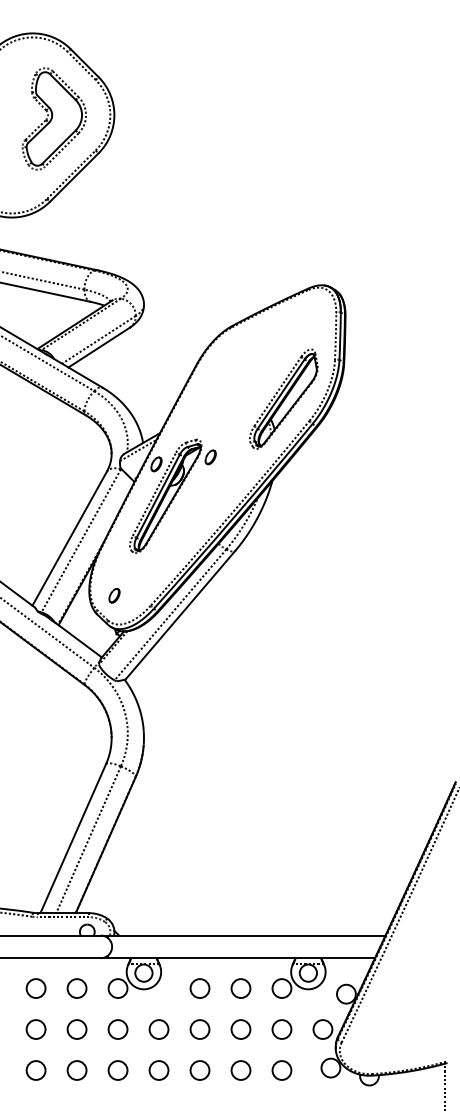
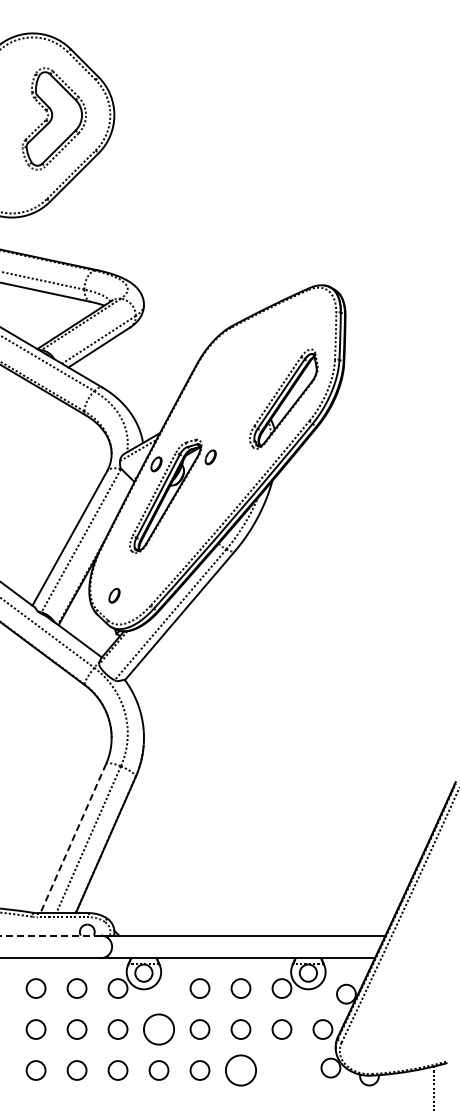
line at (73, 839): solid -> dashed
line at (49, 935): solid -> dashed
circle at (158, 1029) diameter: 19 px -> 30 px
circle at (240, 1070) diameter: 19 px -> 30 px
circle at (281, 1070): present -> none
line at (444, 1086) position: (444, 1086) -> (433, 1086)
